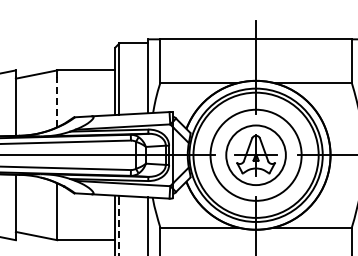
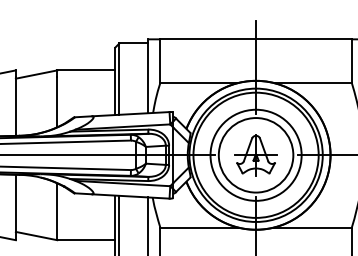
line at (57, 101): dashed -> solid
circle at (255, 155) diameter: 60 px -> 75 px
line at (119, 226): dashed -> solid
